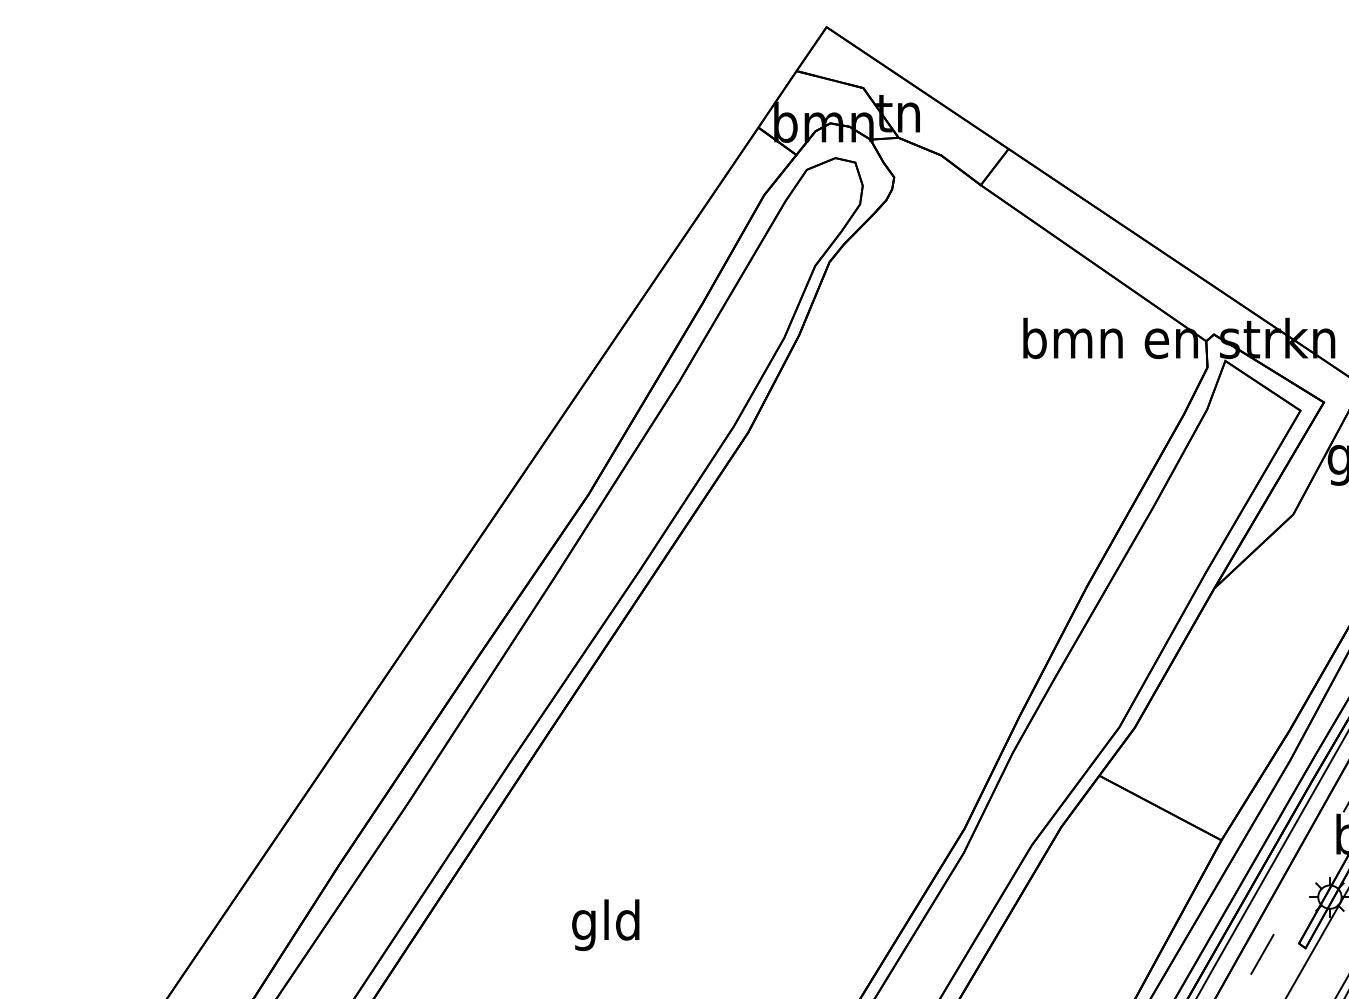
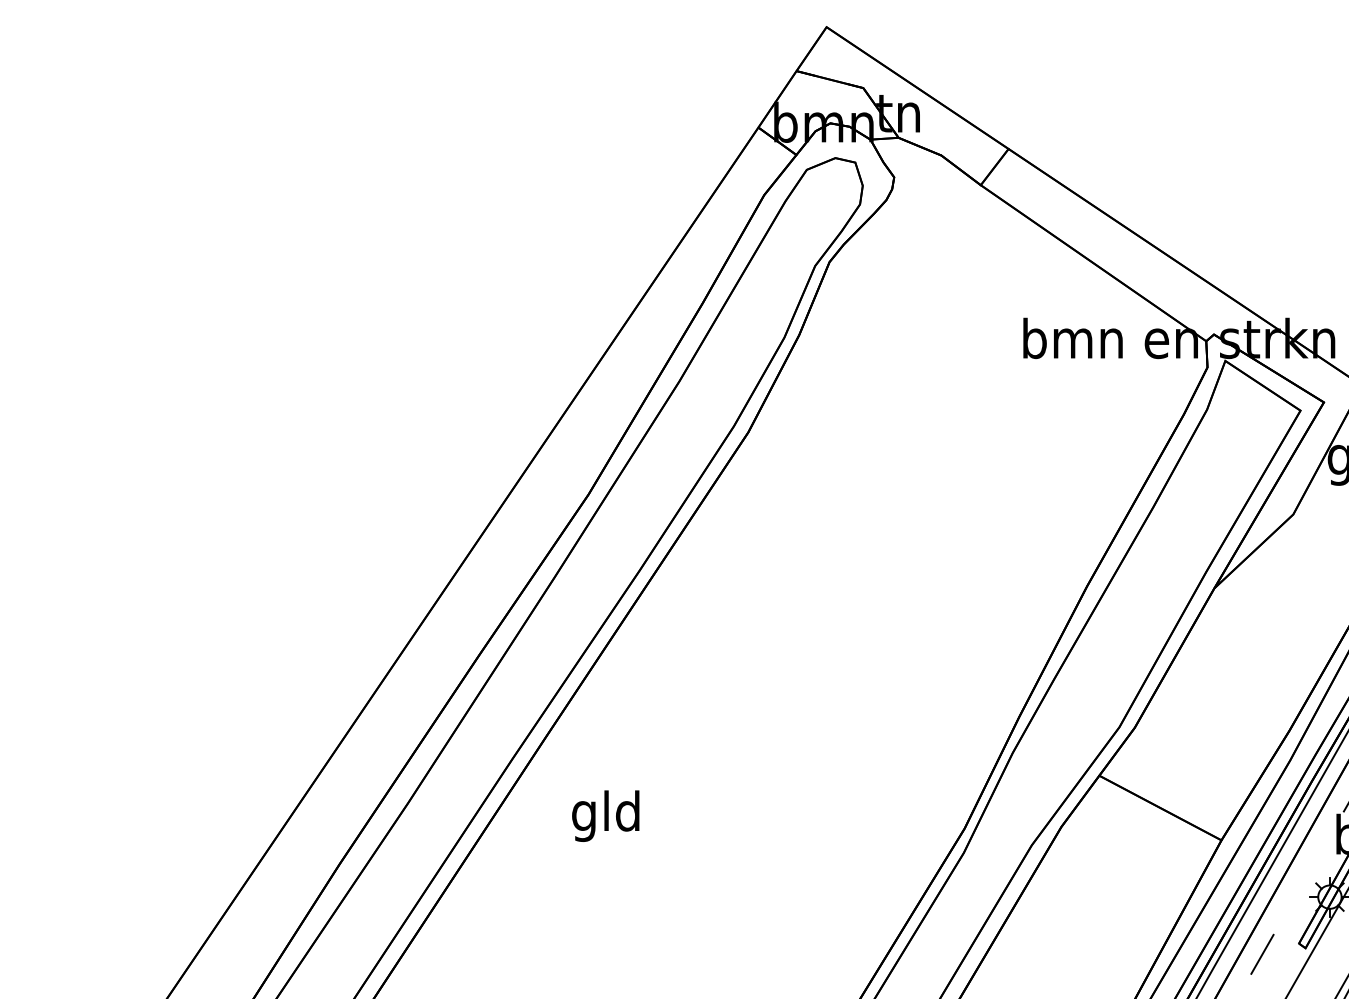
text at (605, 924) position: (605, 924) -> (605, 815)
